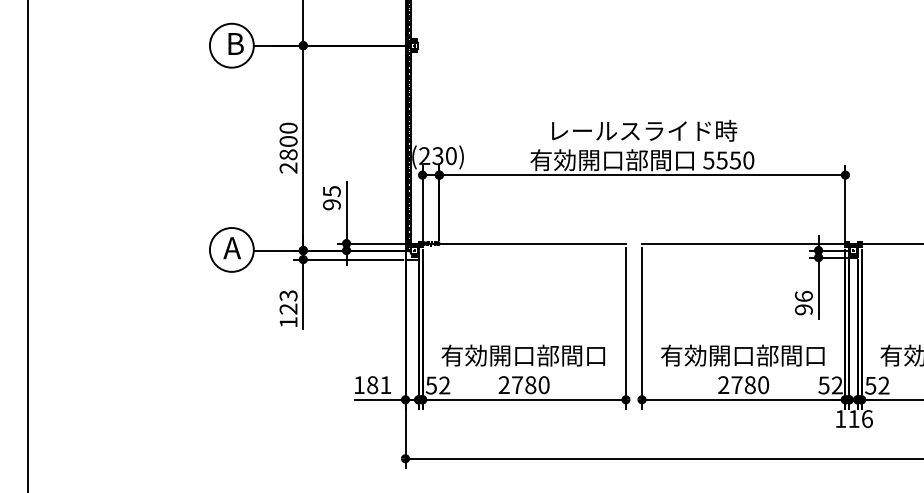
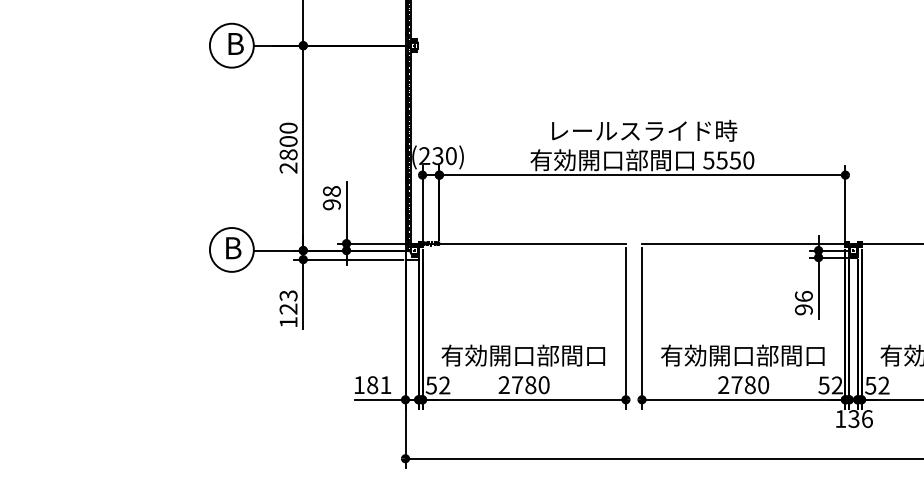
text at (331, 191): 95 -> 98
line at (27, 245): present -> none
text at (232, 248): A -> B
text at (853, 419): 116 -> 136
